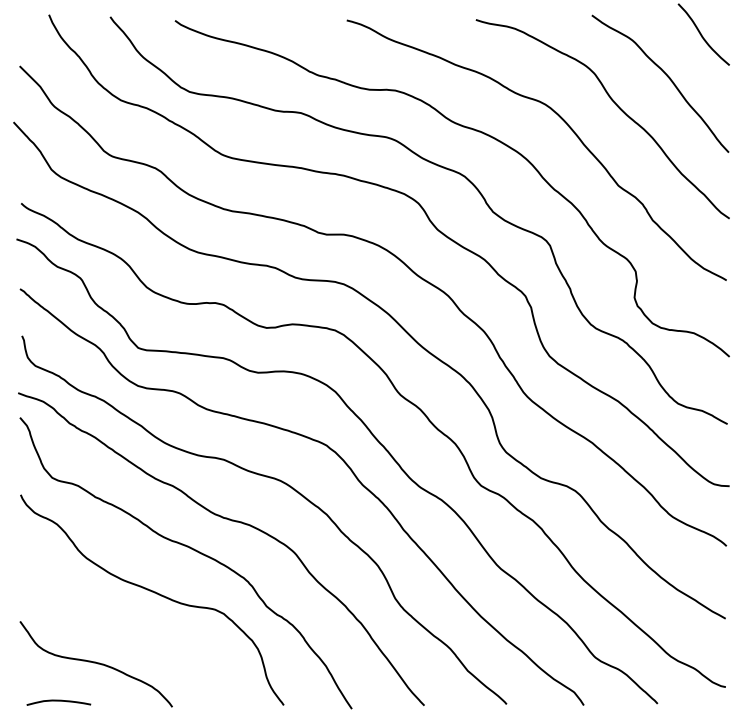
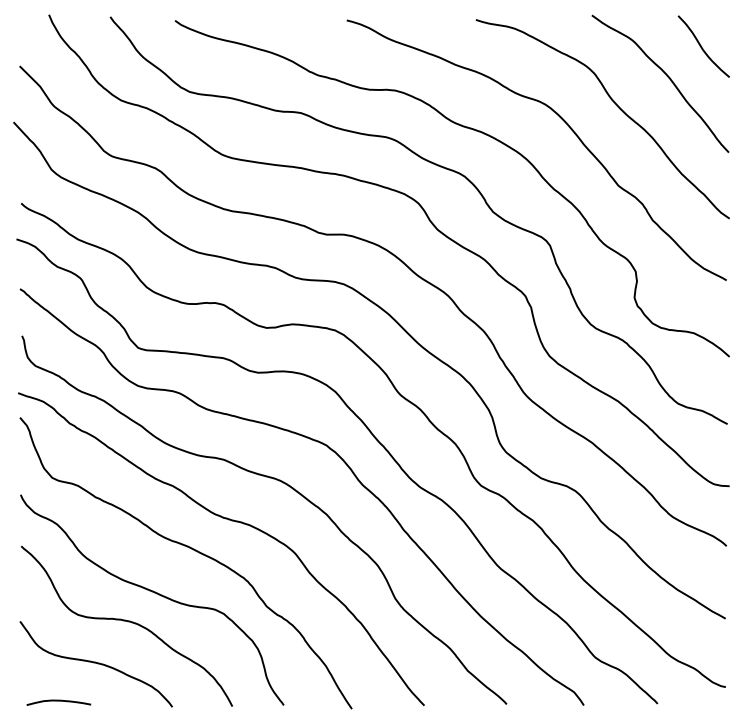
curve at (702, 35) position: (702, 35) -> (702, 47)
curve at (128, 622): none -> present
